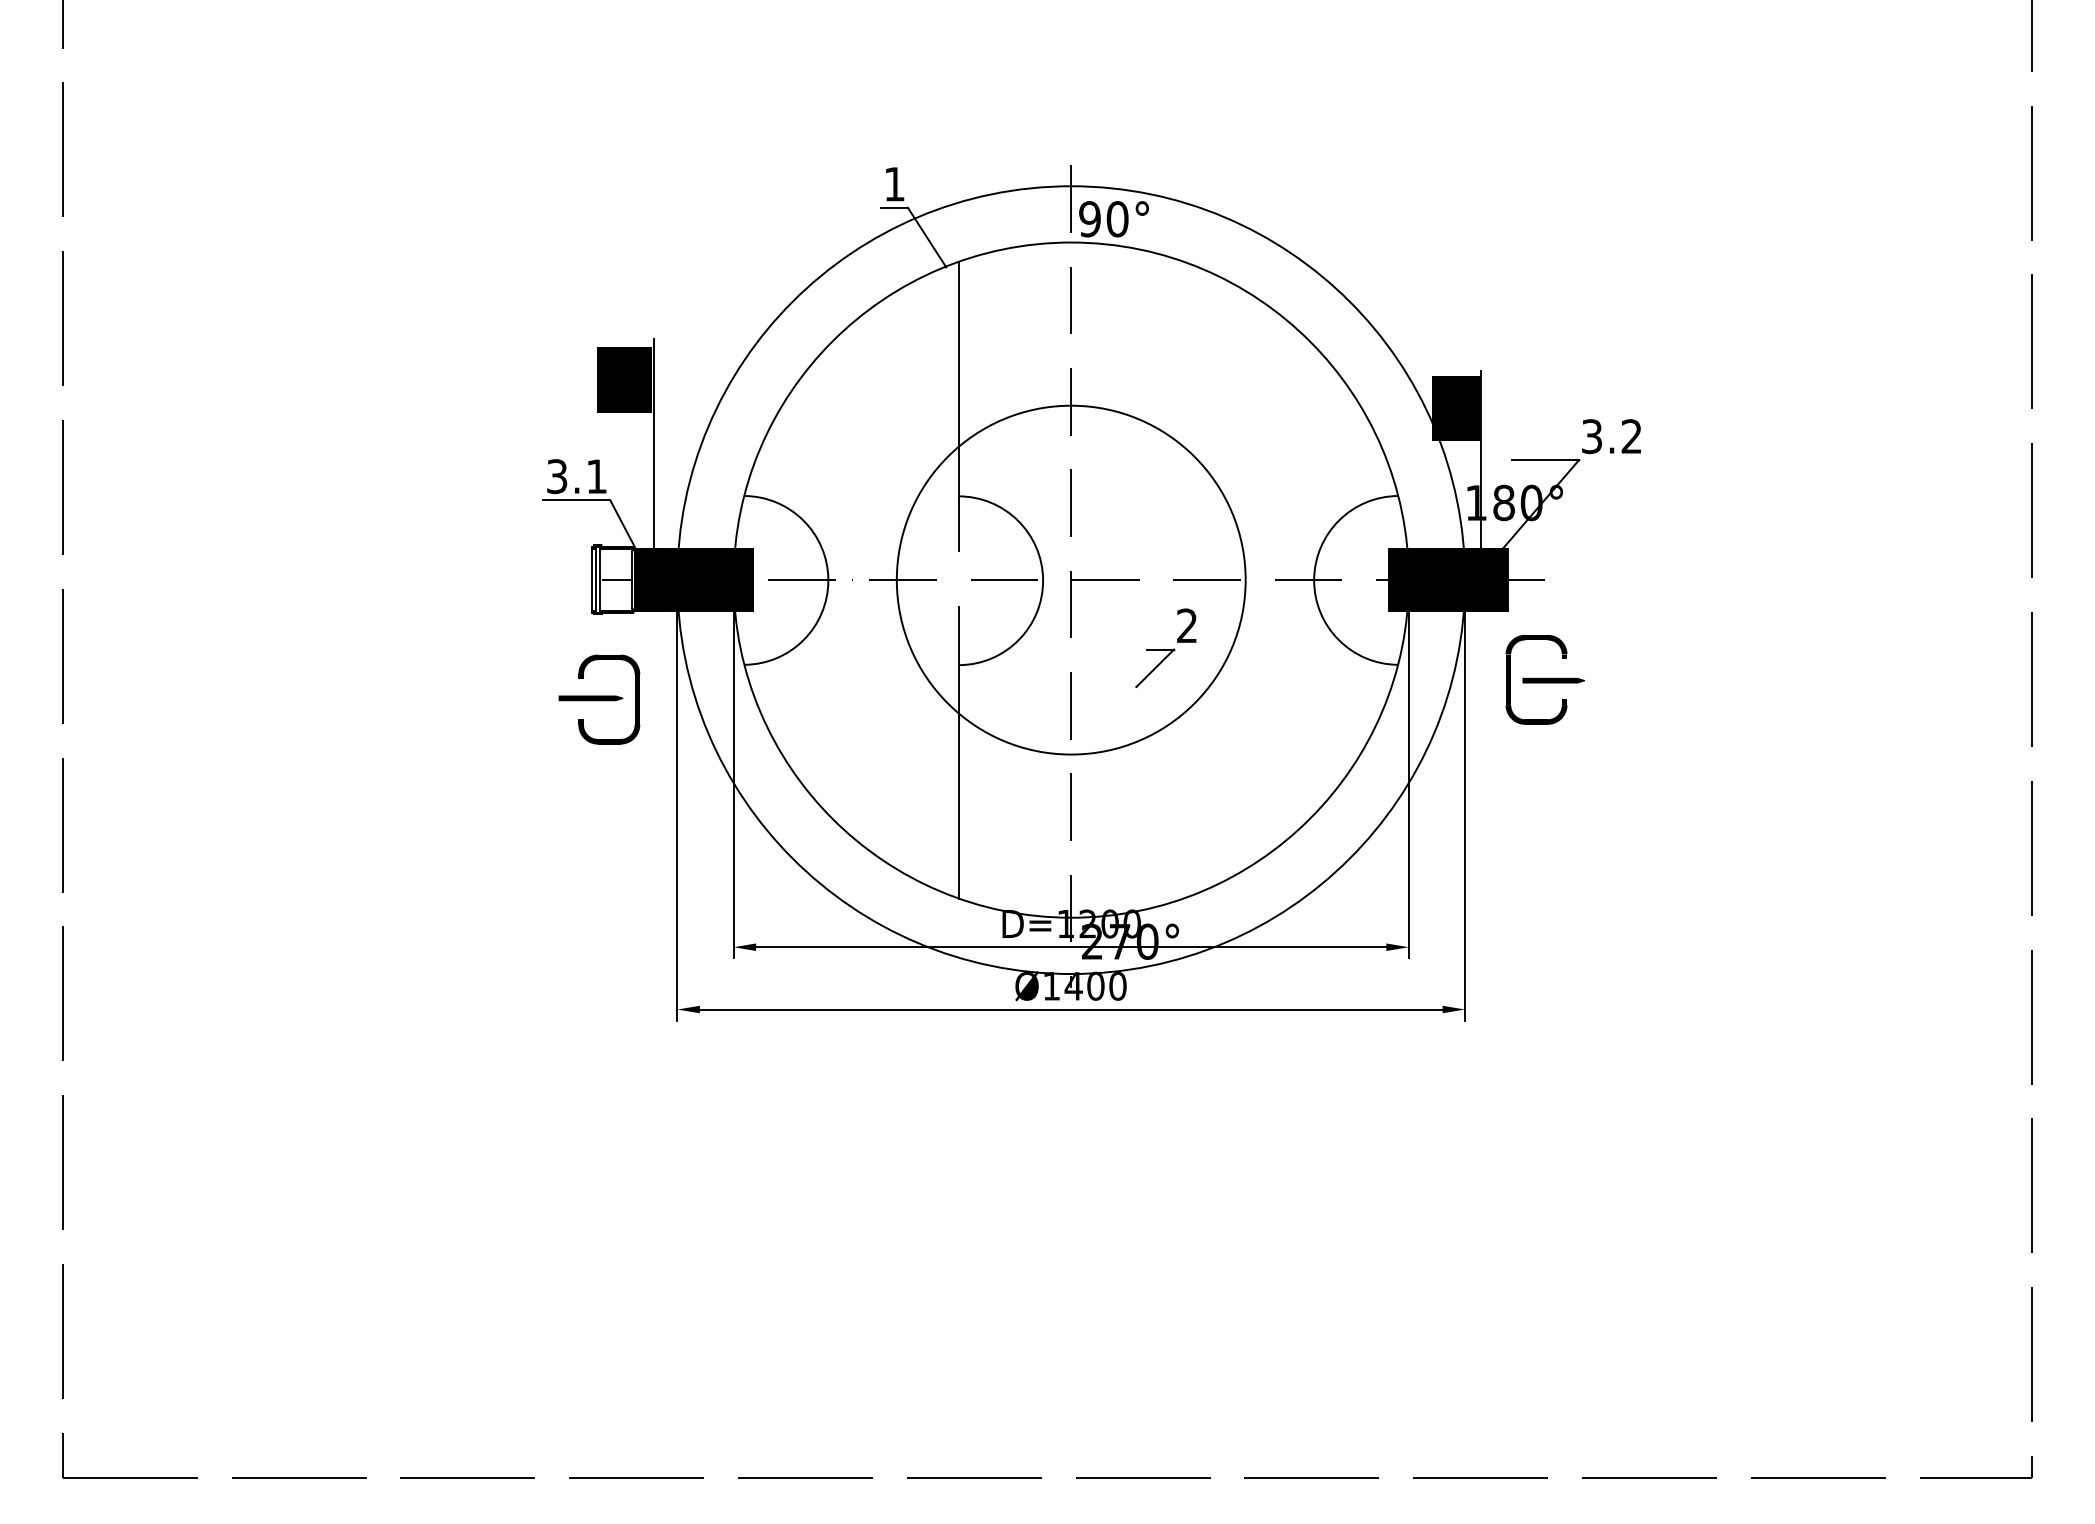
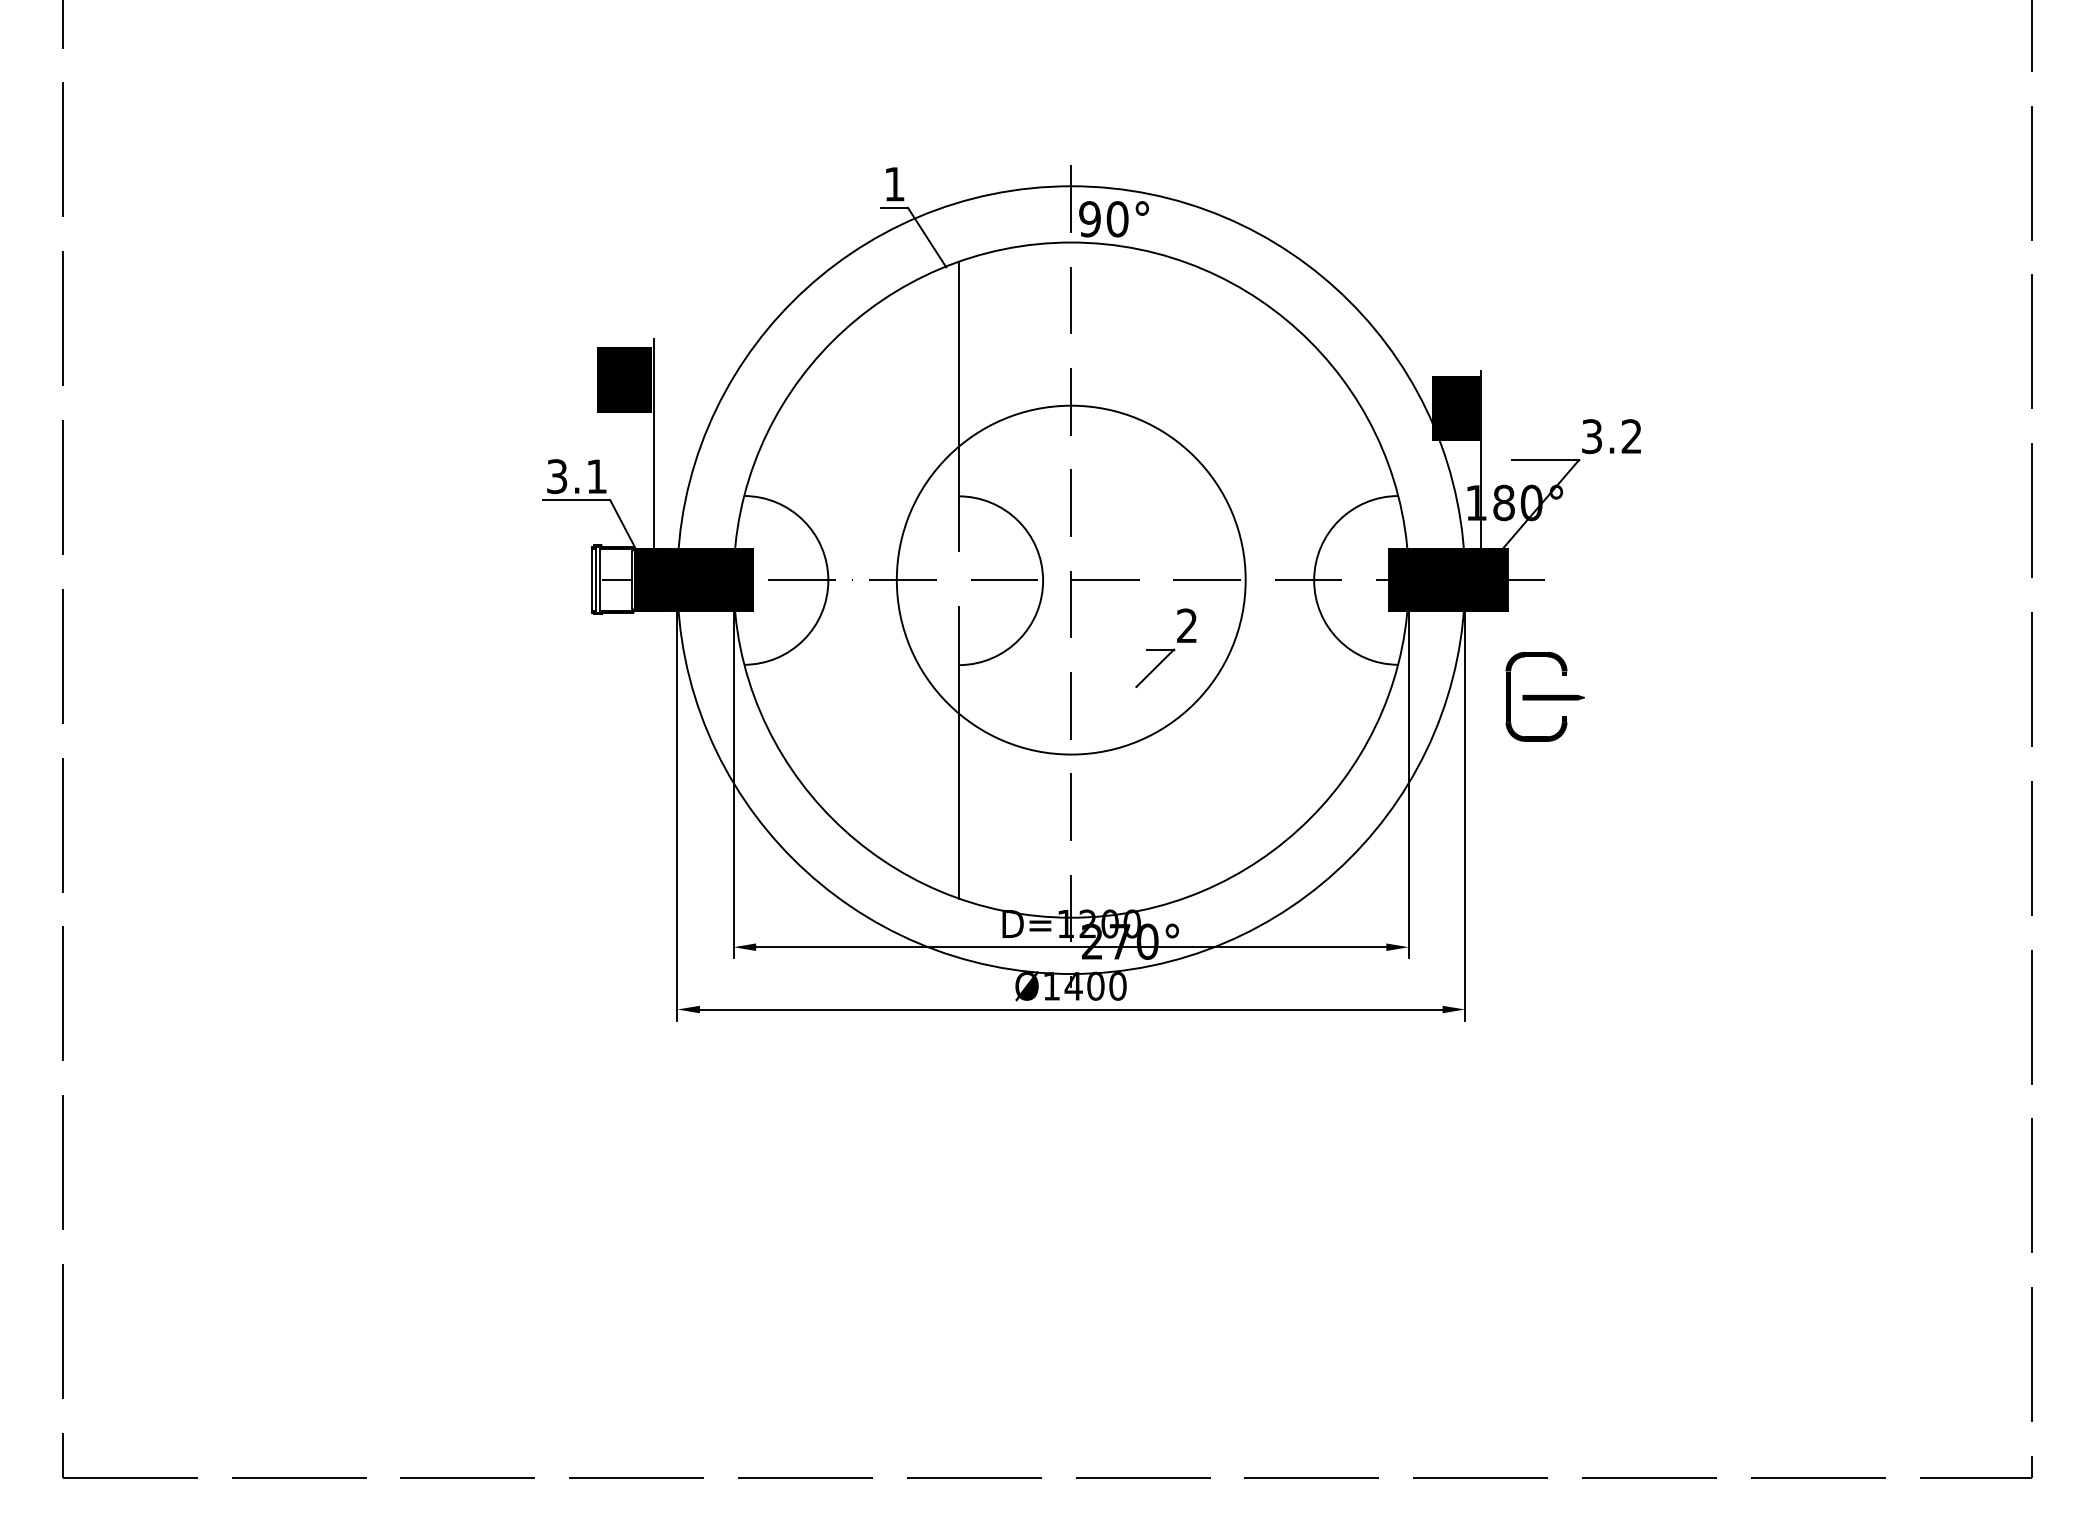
part at (1544, 679) position: (1544, 679) -> (1544, 696)
part at (599, 699): present -> none
